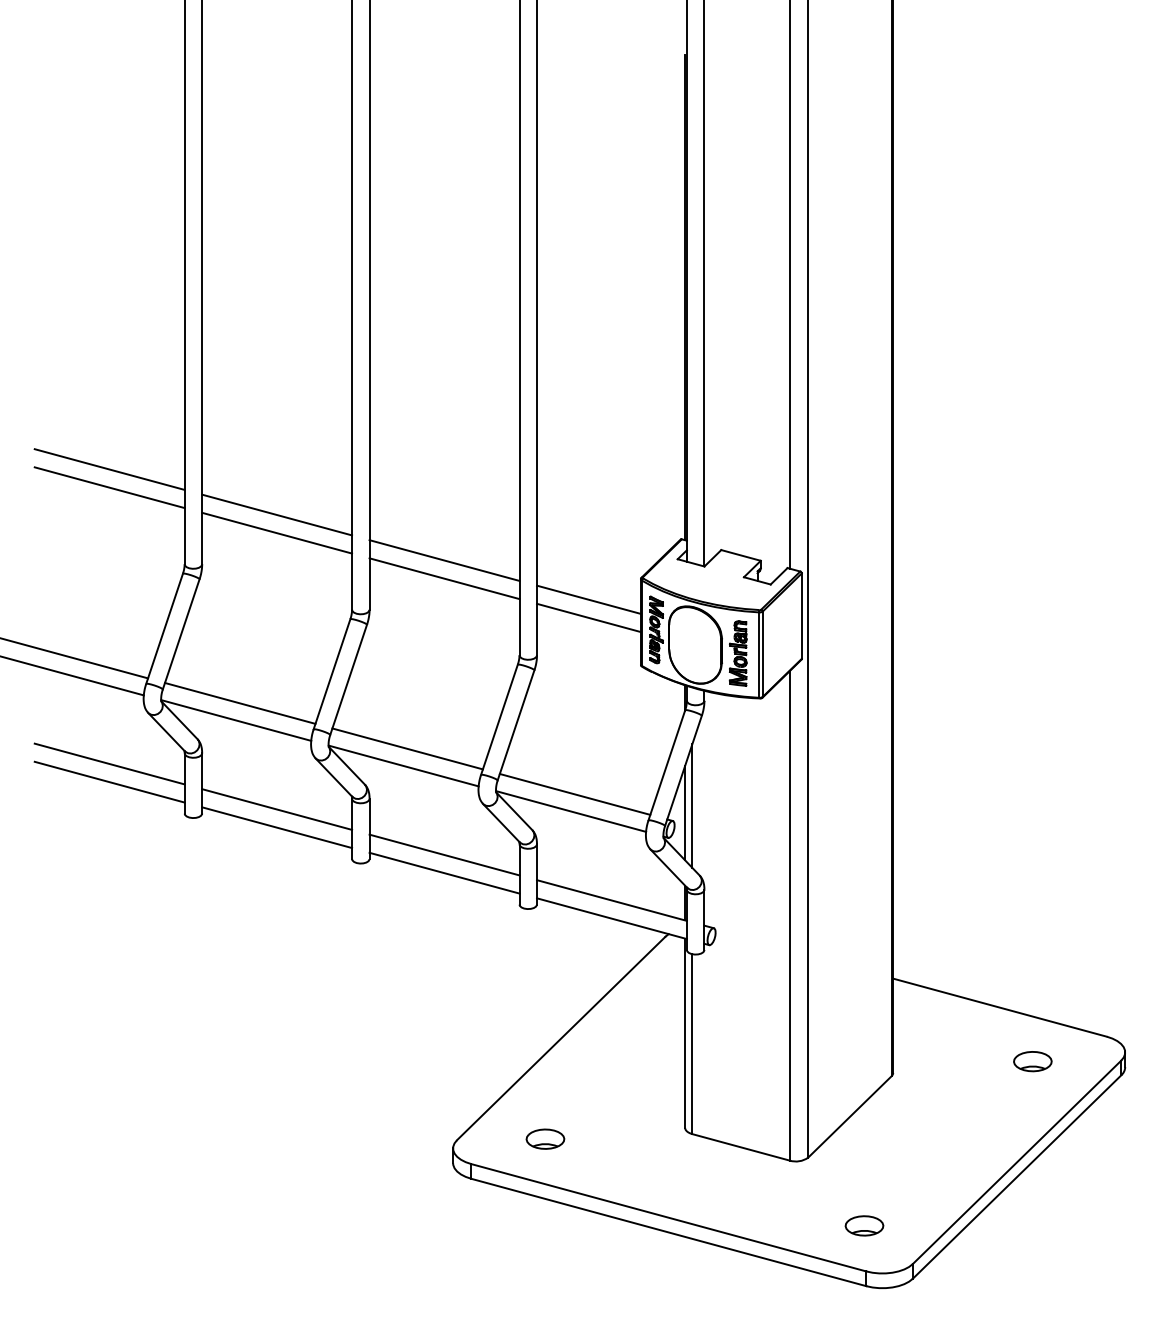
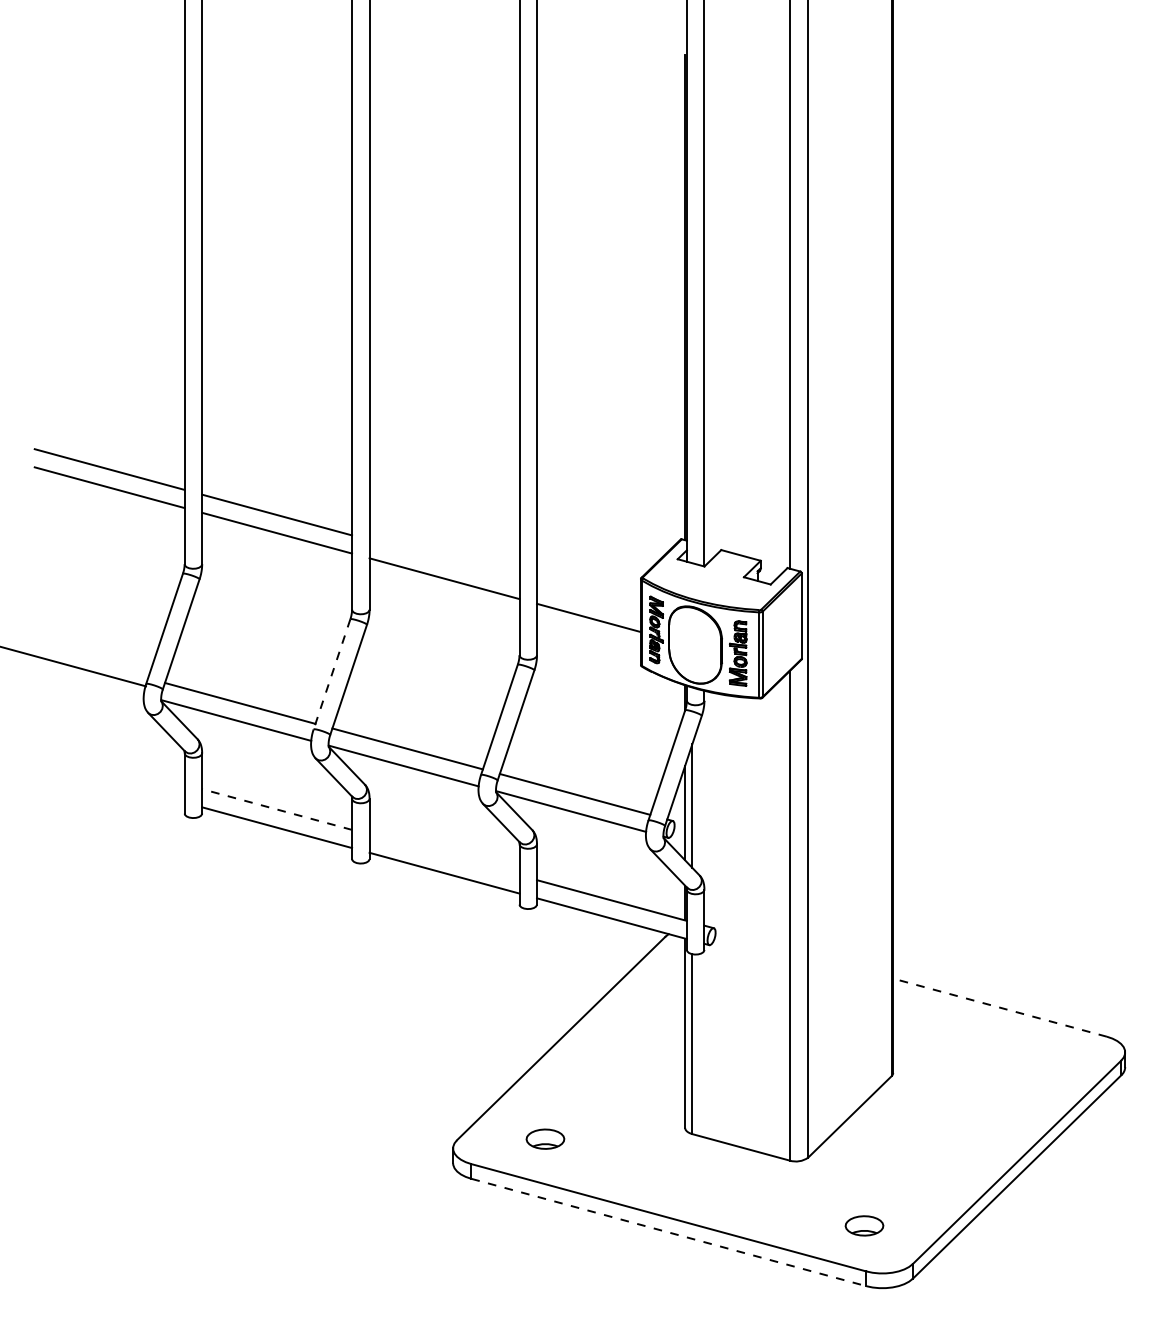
line at (444, 560): present -> none
line at (588, 599): present -> none
line at (75, 658) position: (75, 658) -> (74, 666)
line at (331, 674): solid -> dashed
line at (72, 675): present -> none
line at (109, 763): present -> none
line at (109, 781): present -> none
line at (277, 809): solid -> dashed
line at (444, 854): present -> none
line at (1000, 1007): solid -> dashed
part at (1032, 1061): present -> none
line at (668, 1232): solid -> dashed
